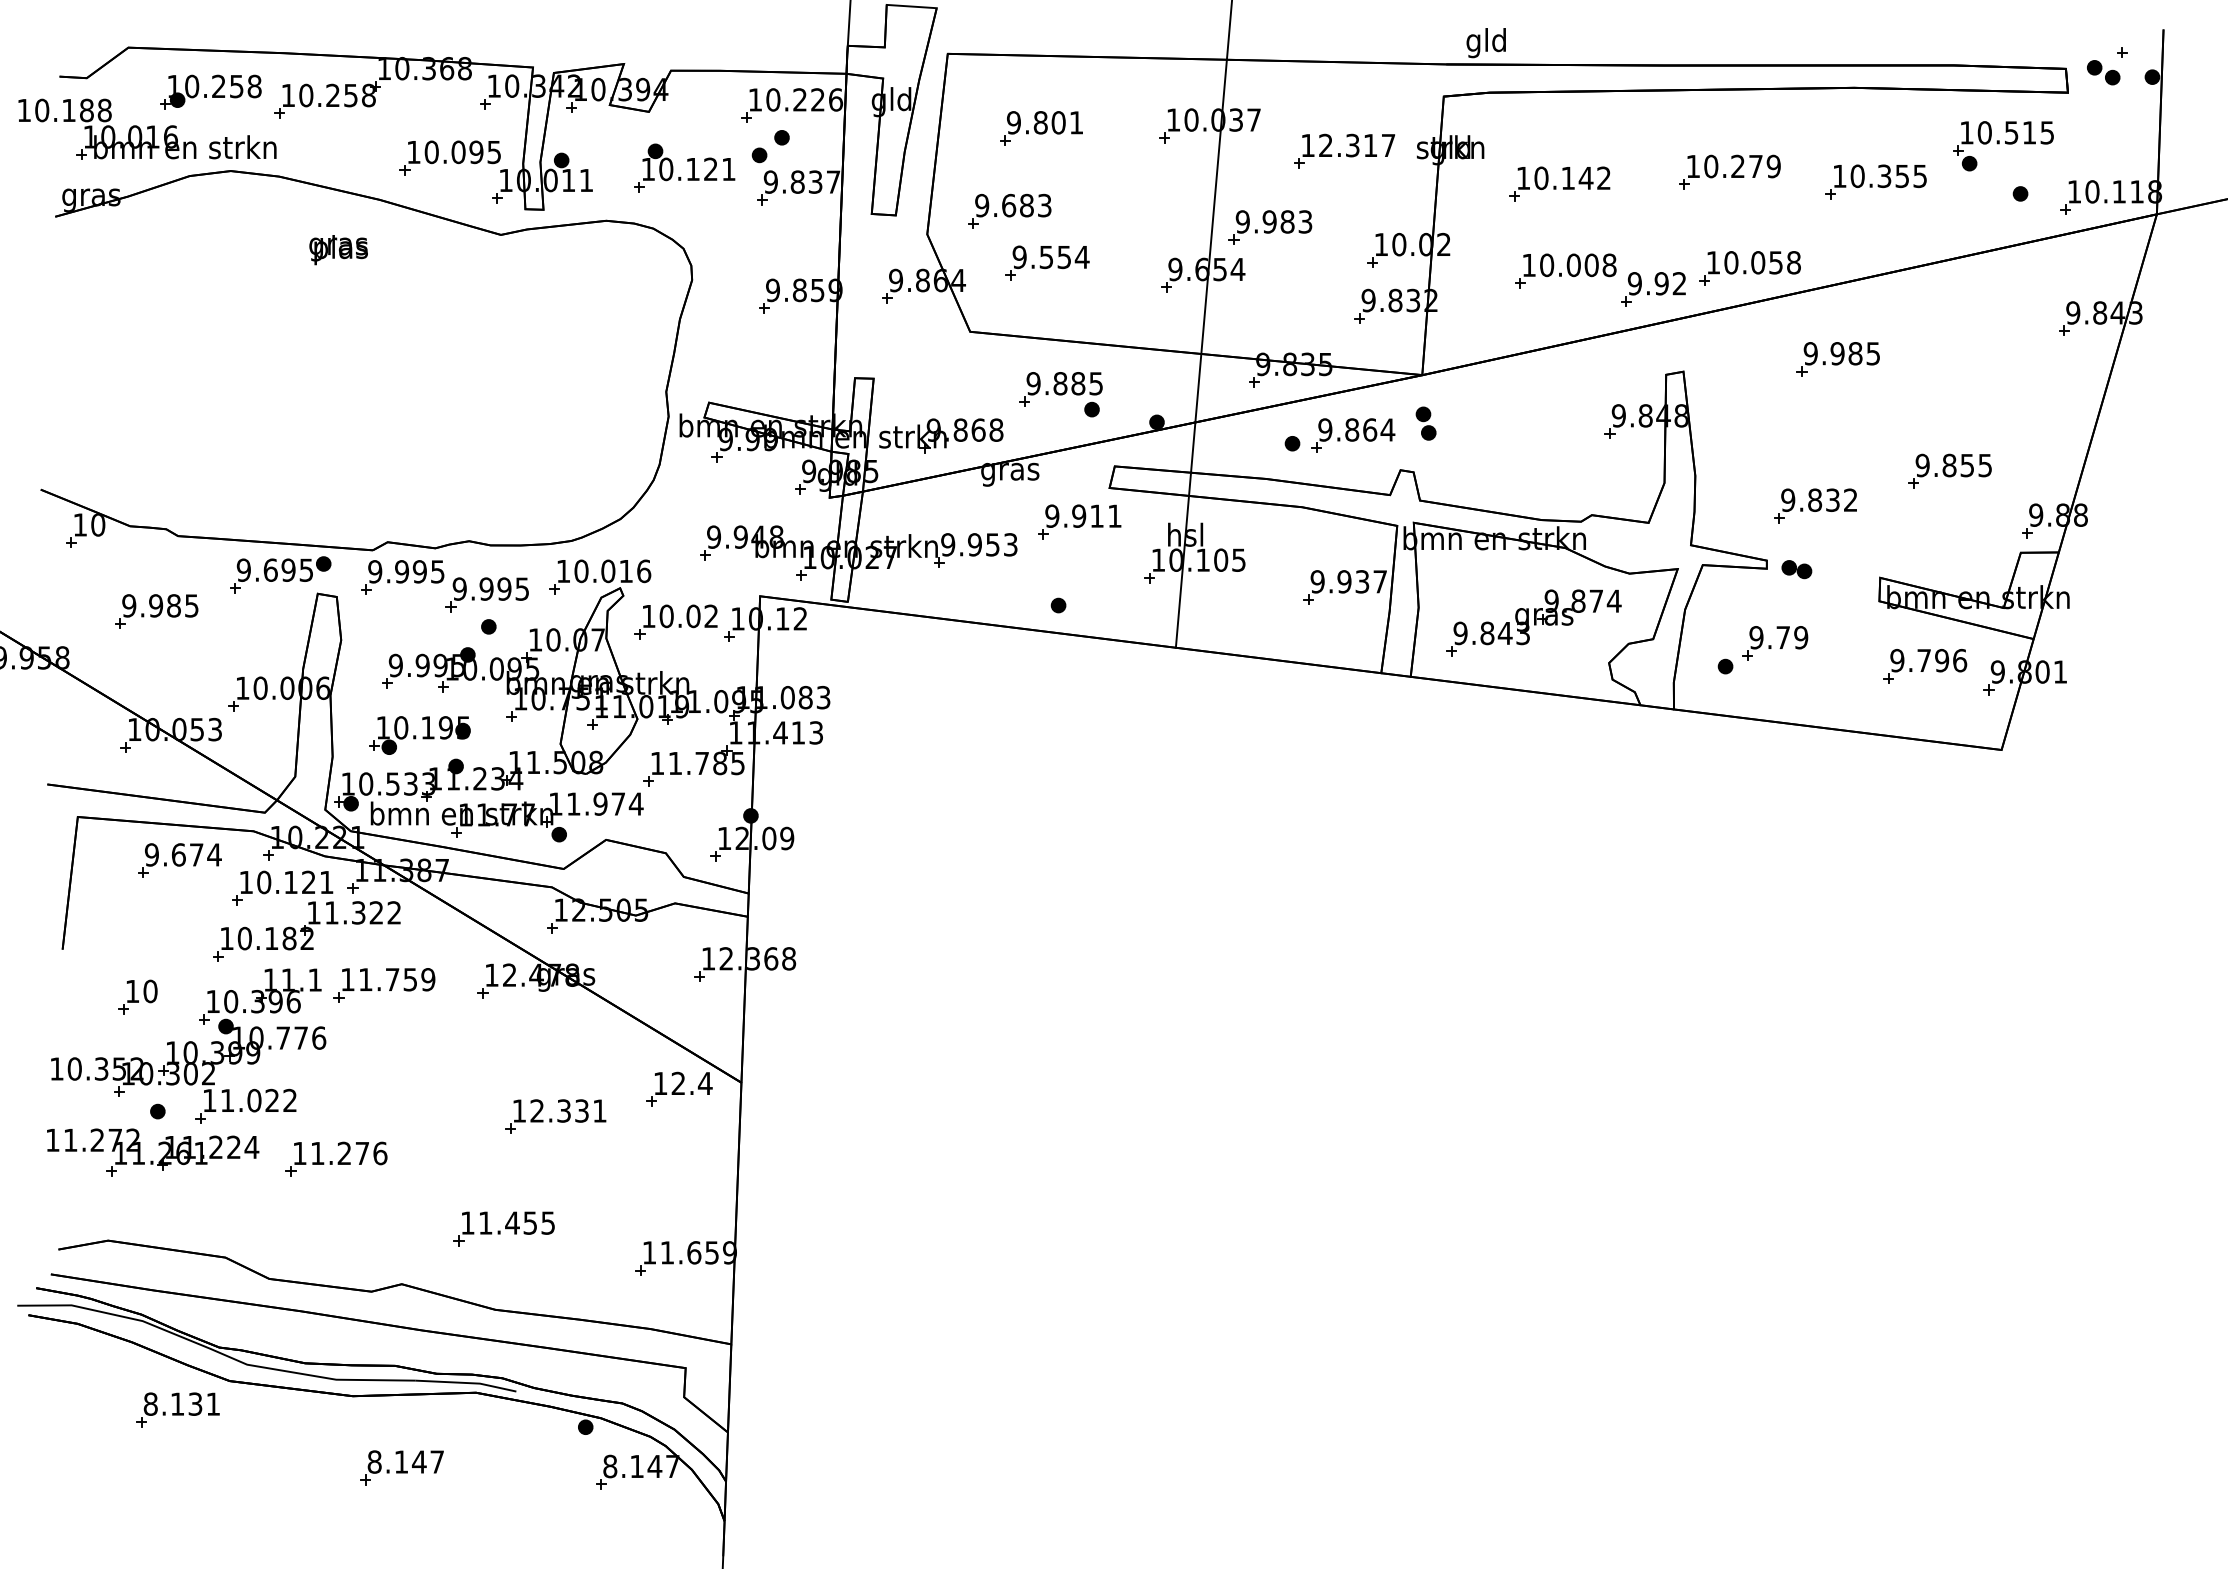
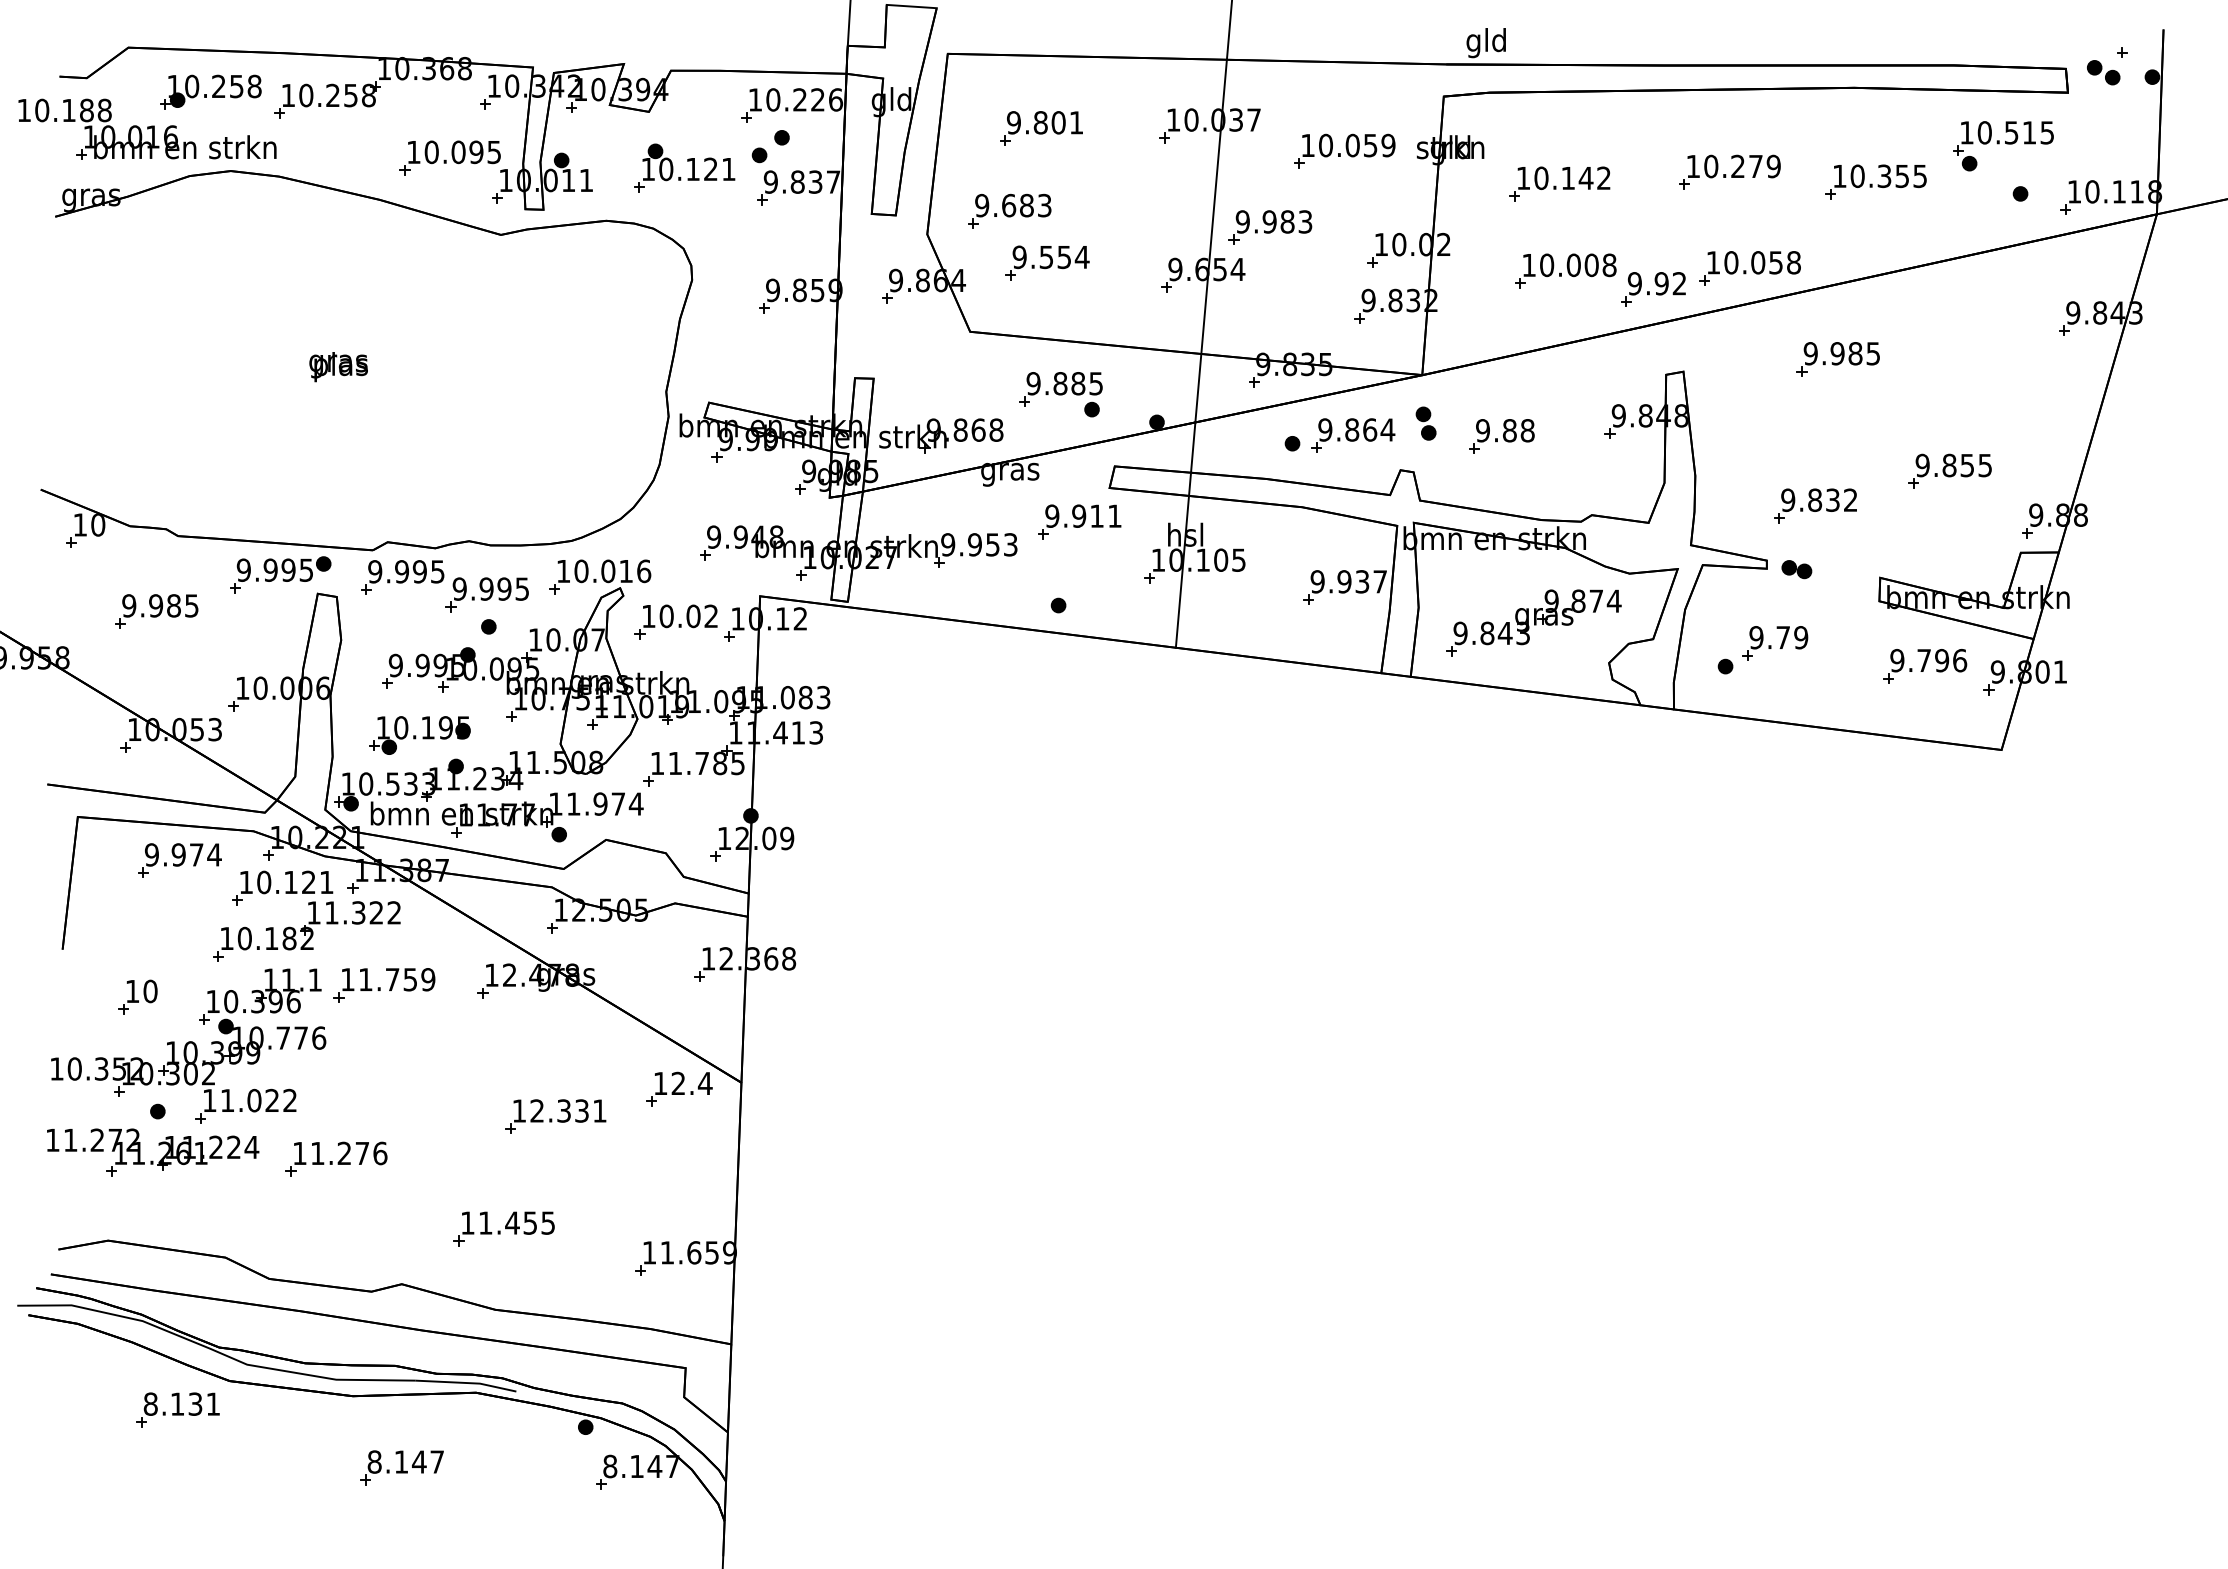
text at (1357, 145): 12.317 -> 10.059
text at (338, 250) position: (338, 250) -> (338, 367)
part at (1501, 436): none -> present
text at (270, 569): 9.695 -> 9.995
text at (178, 854): 9.674 -> 9.974
